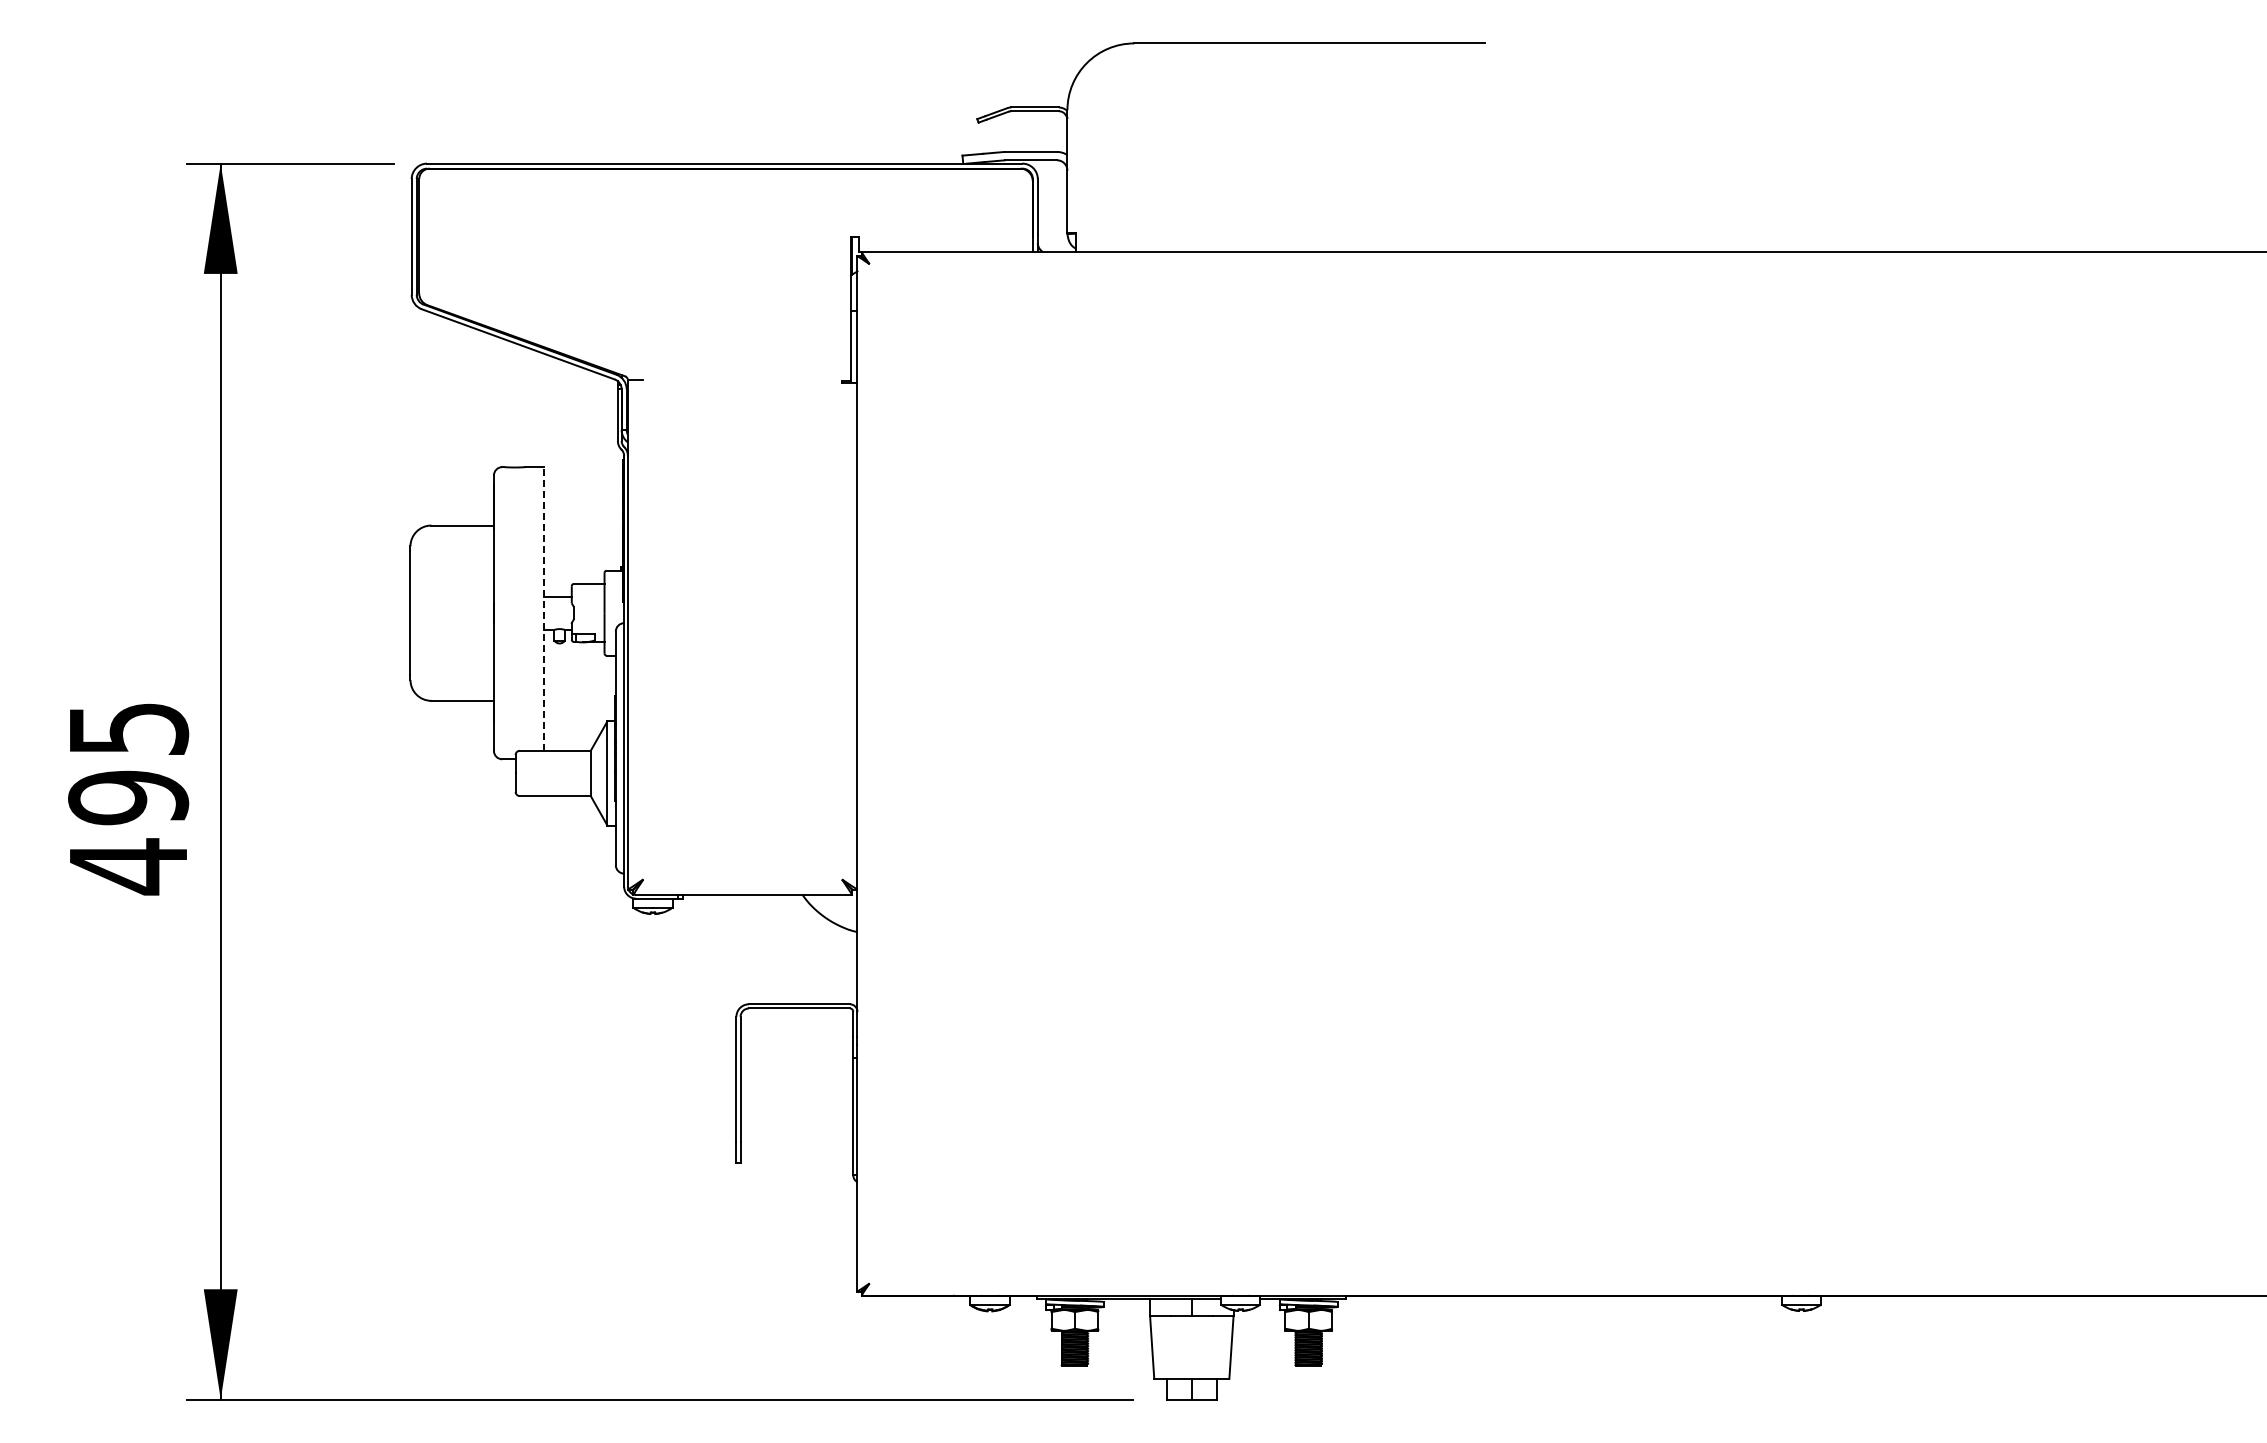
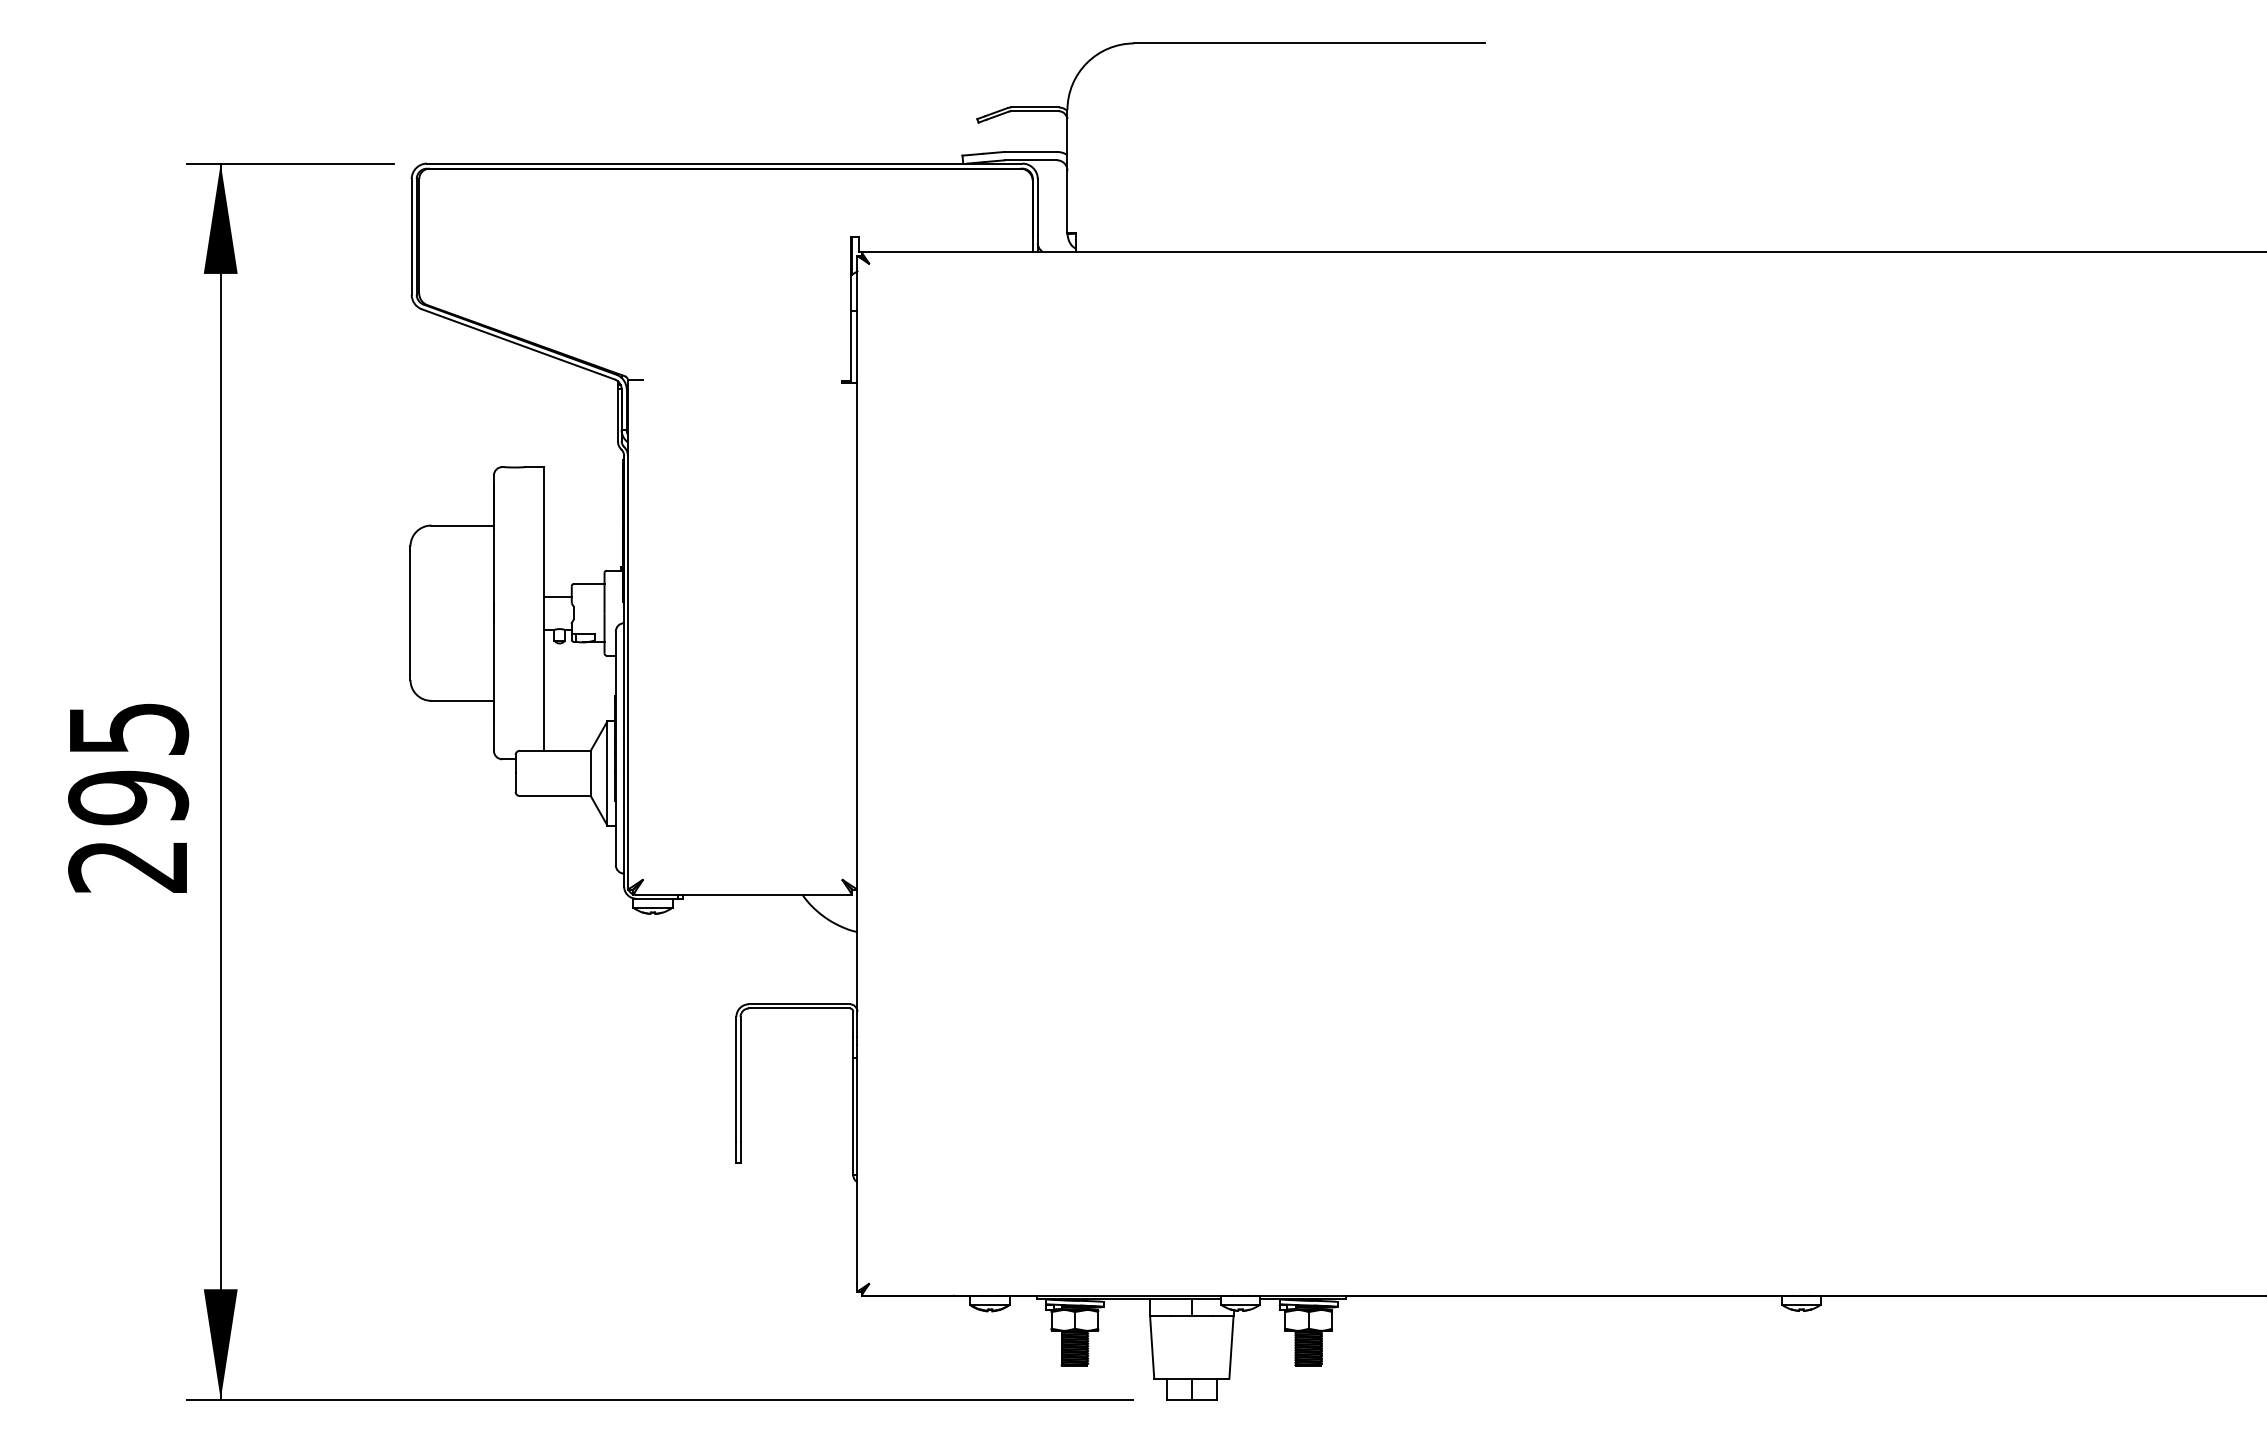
line at (544, 608): dashed -> solid
text at (127, 866): 495 -> 295
